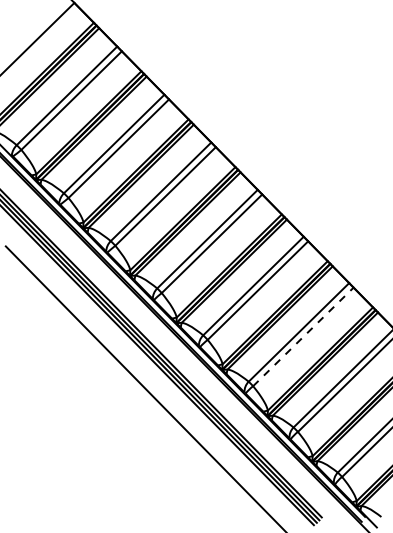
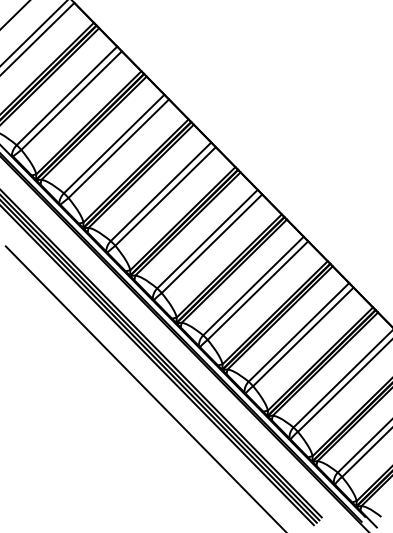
line at (14, 14): none -> present
line at (33, 33): none -> present
line at (303, 336): dashed -> solid
